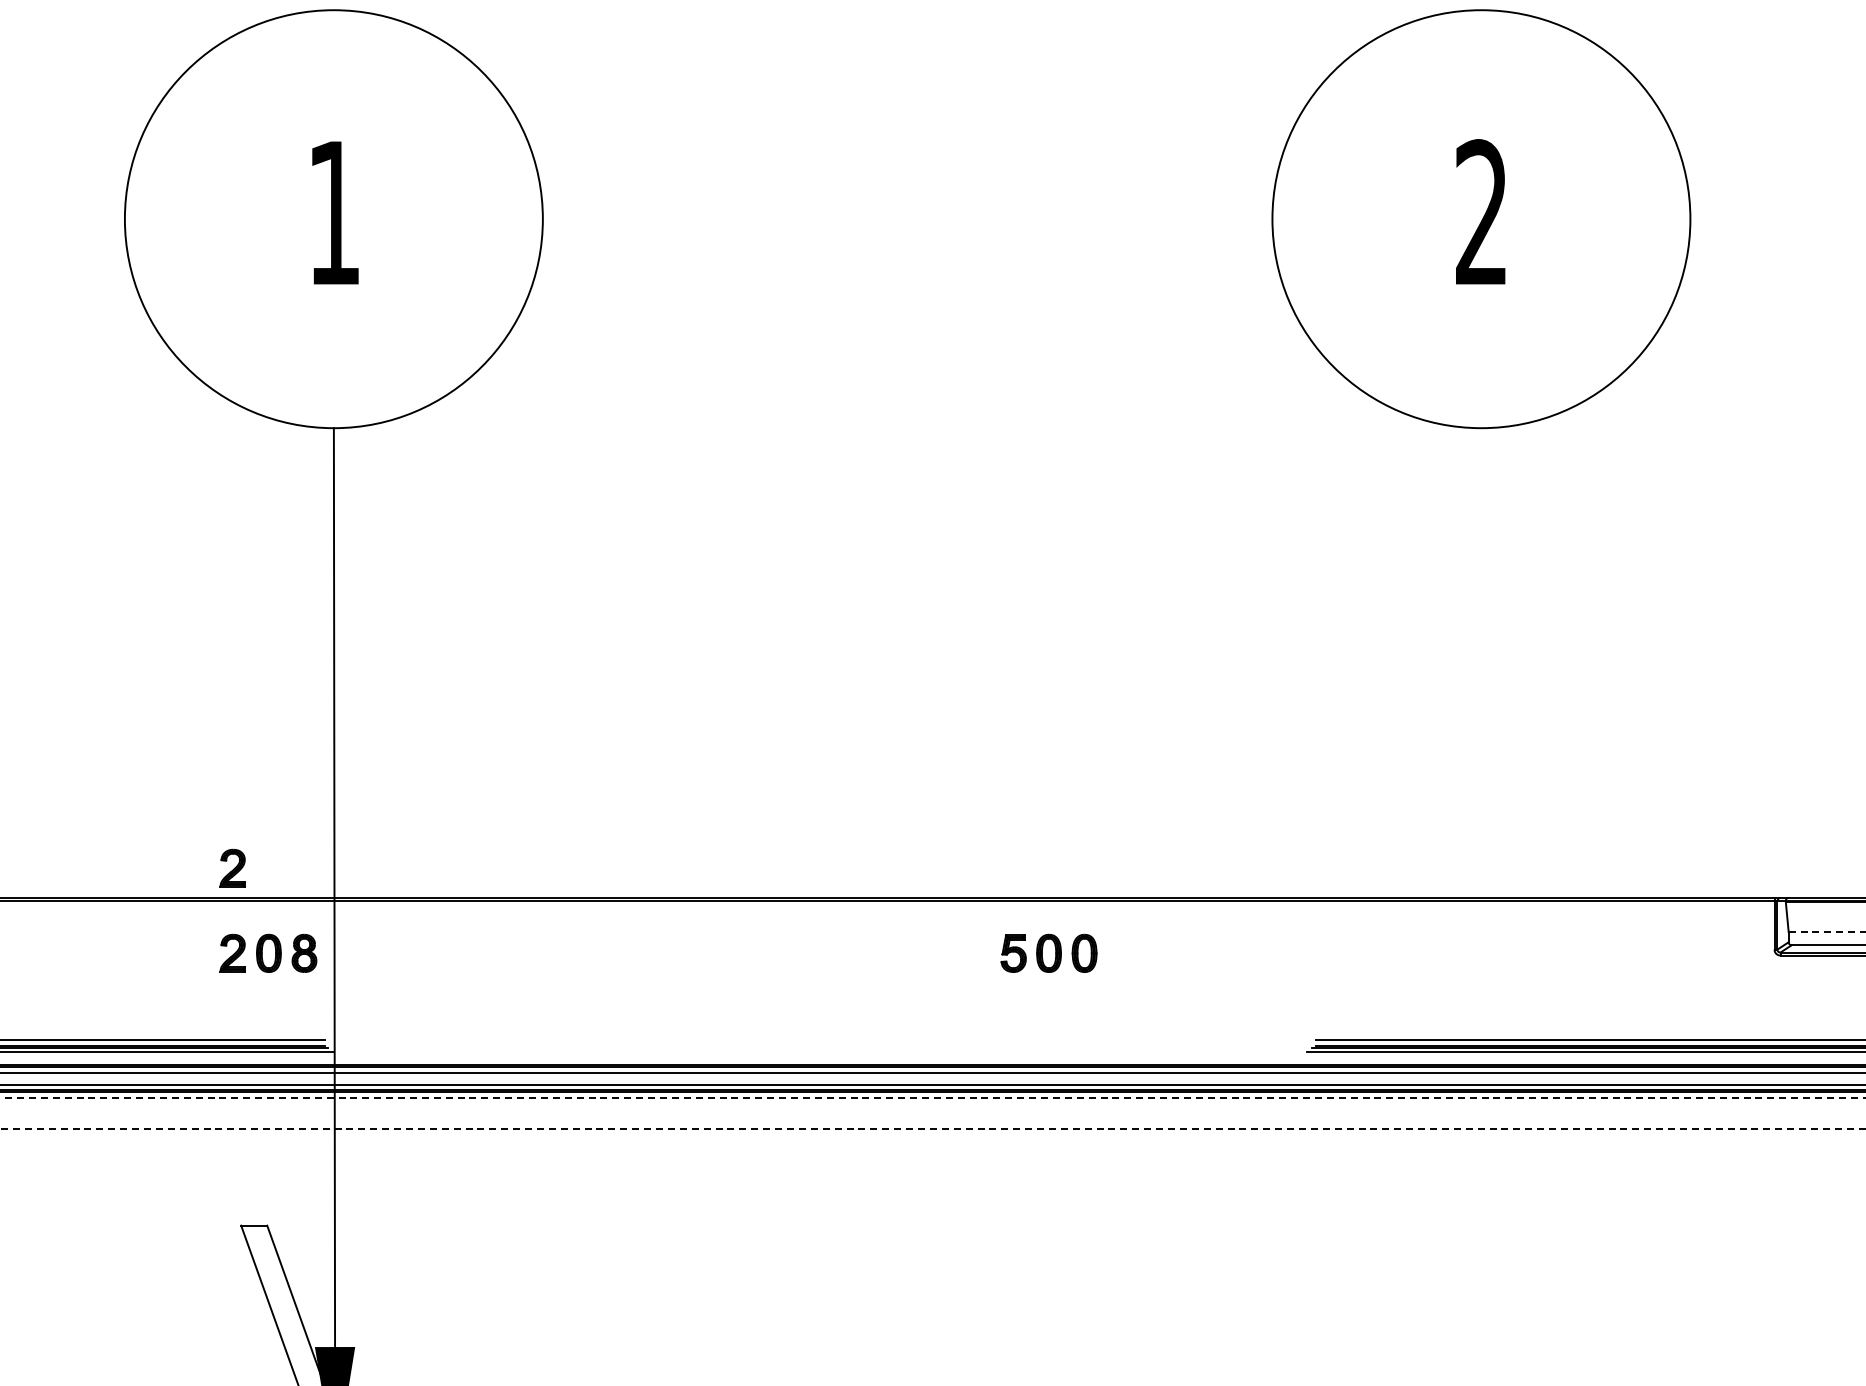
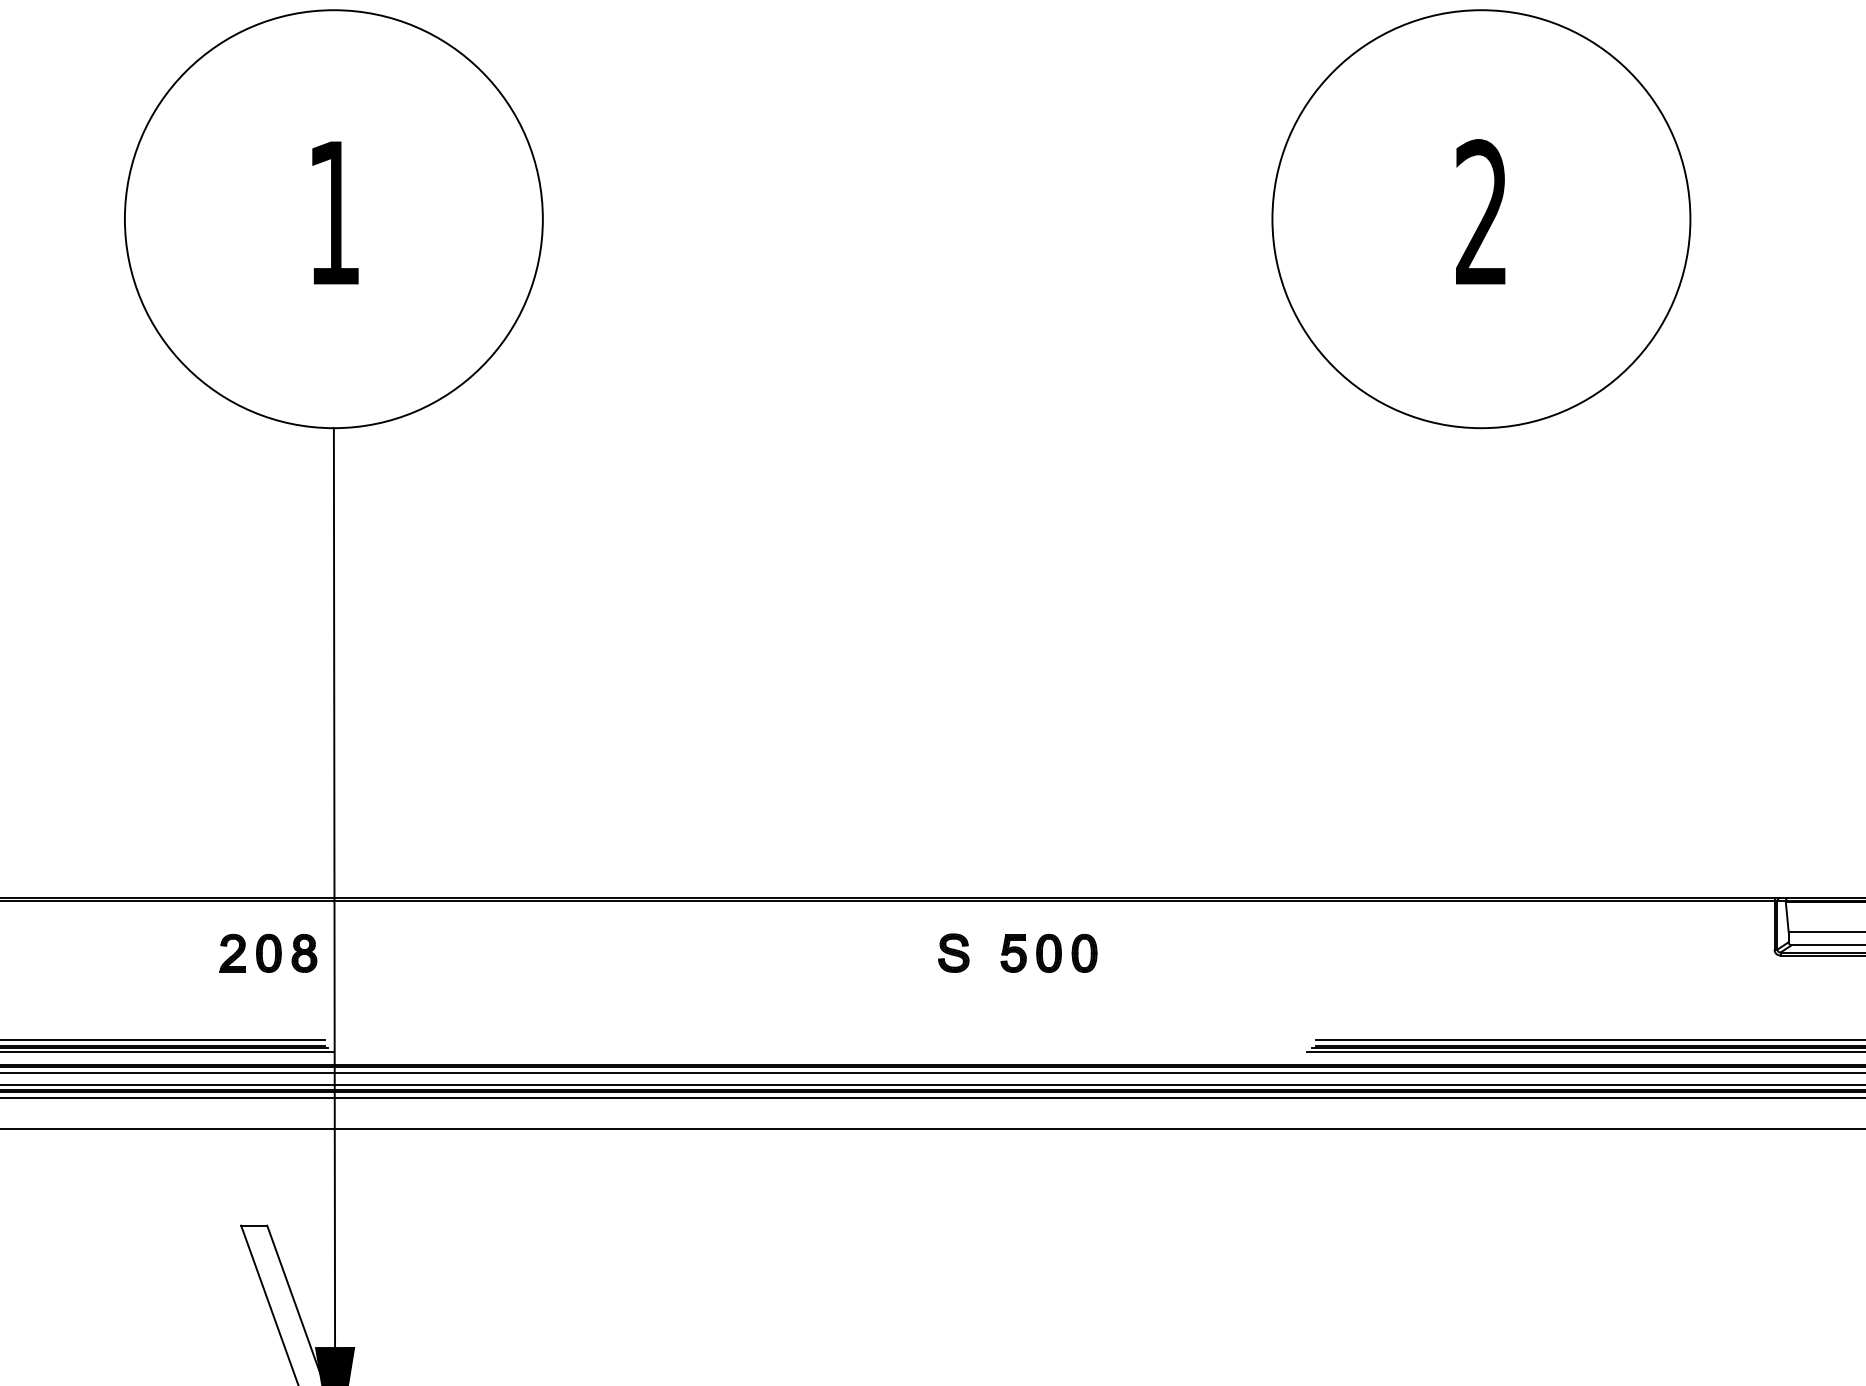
part at (232, 867): present -> none
line at (1827, 931): dashed -> solid
part at (953, 952): none -> present
line at (933, 1098): dashed -> solid
line at (933, 1129): dashed -> solid
